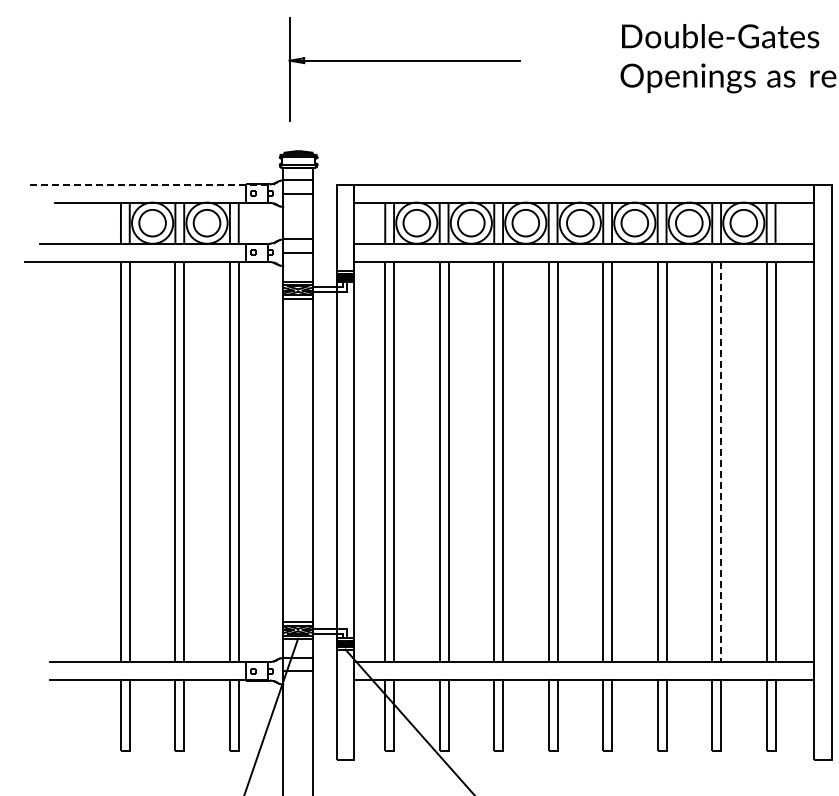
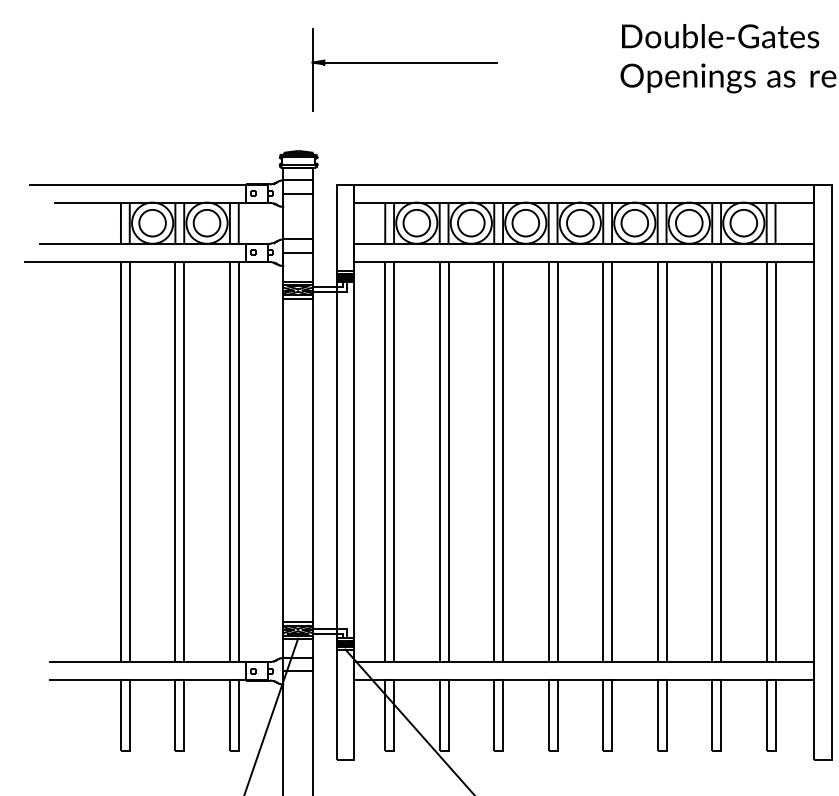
part at (404, 69) size: 233x105 px -> 187x84 px
line at (149, 184): dashed -> solid
line at (721, 462): dashed -> solid
